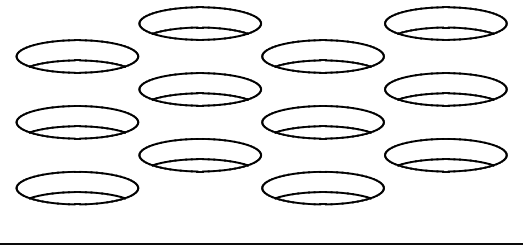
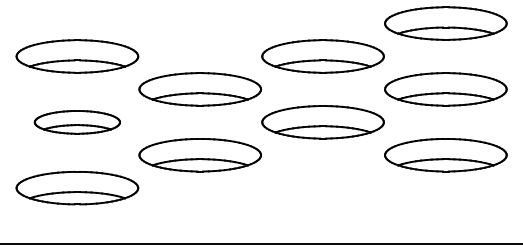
part at (199, 23): present -> none
part at (77, 122) size: 125x35 px -> 88x25 px
part at (322, 188): present -> none
